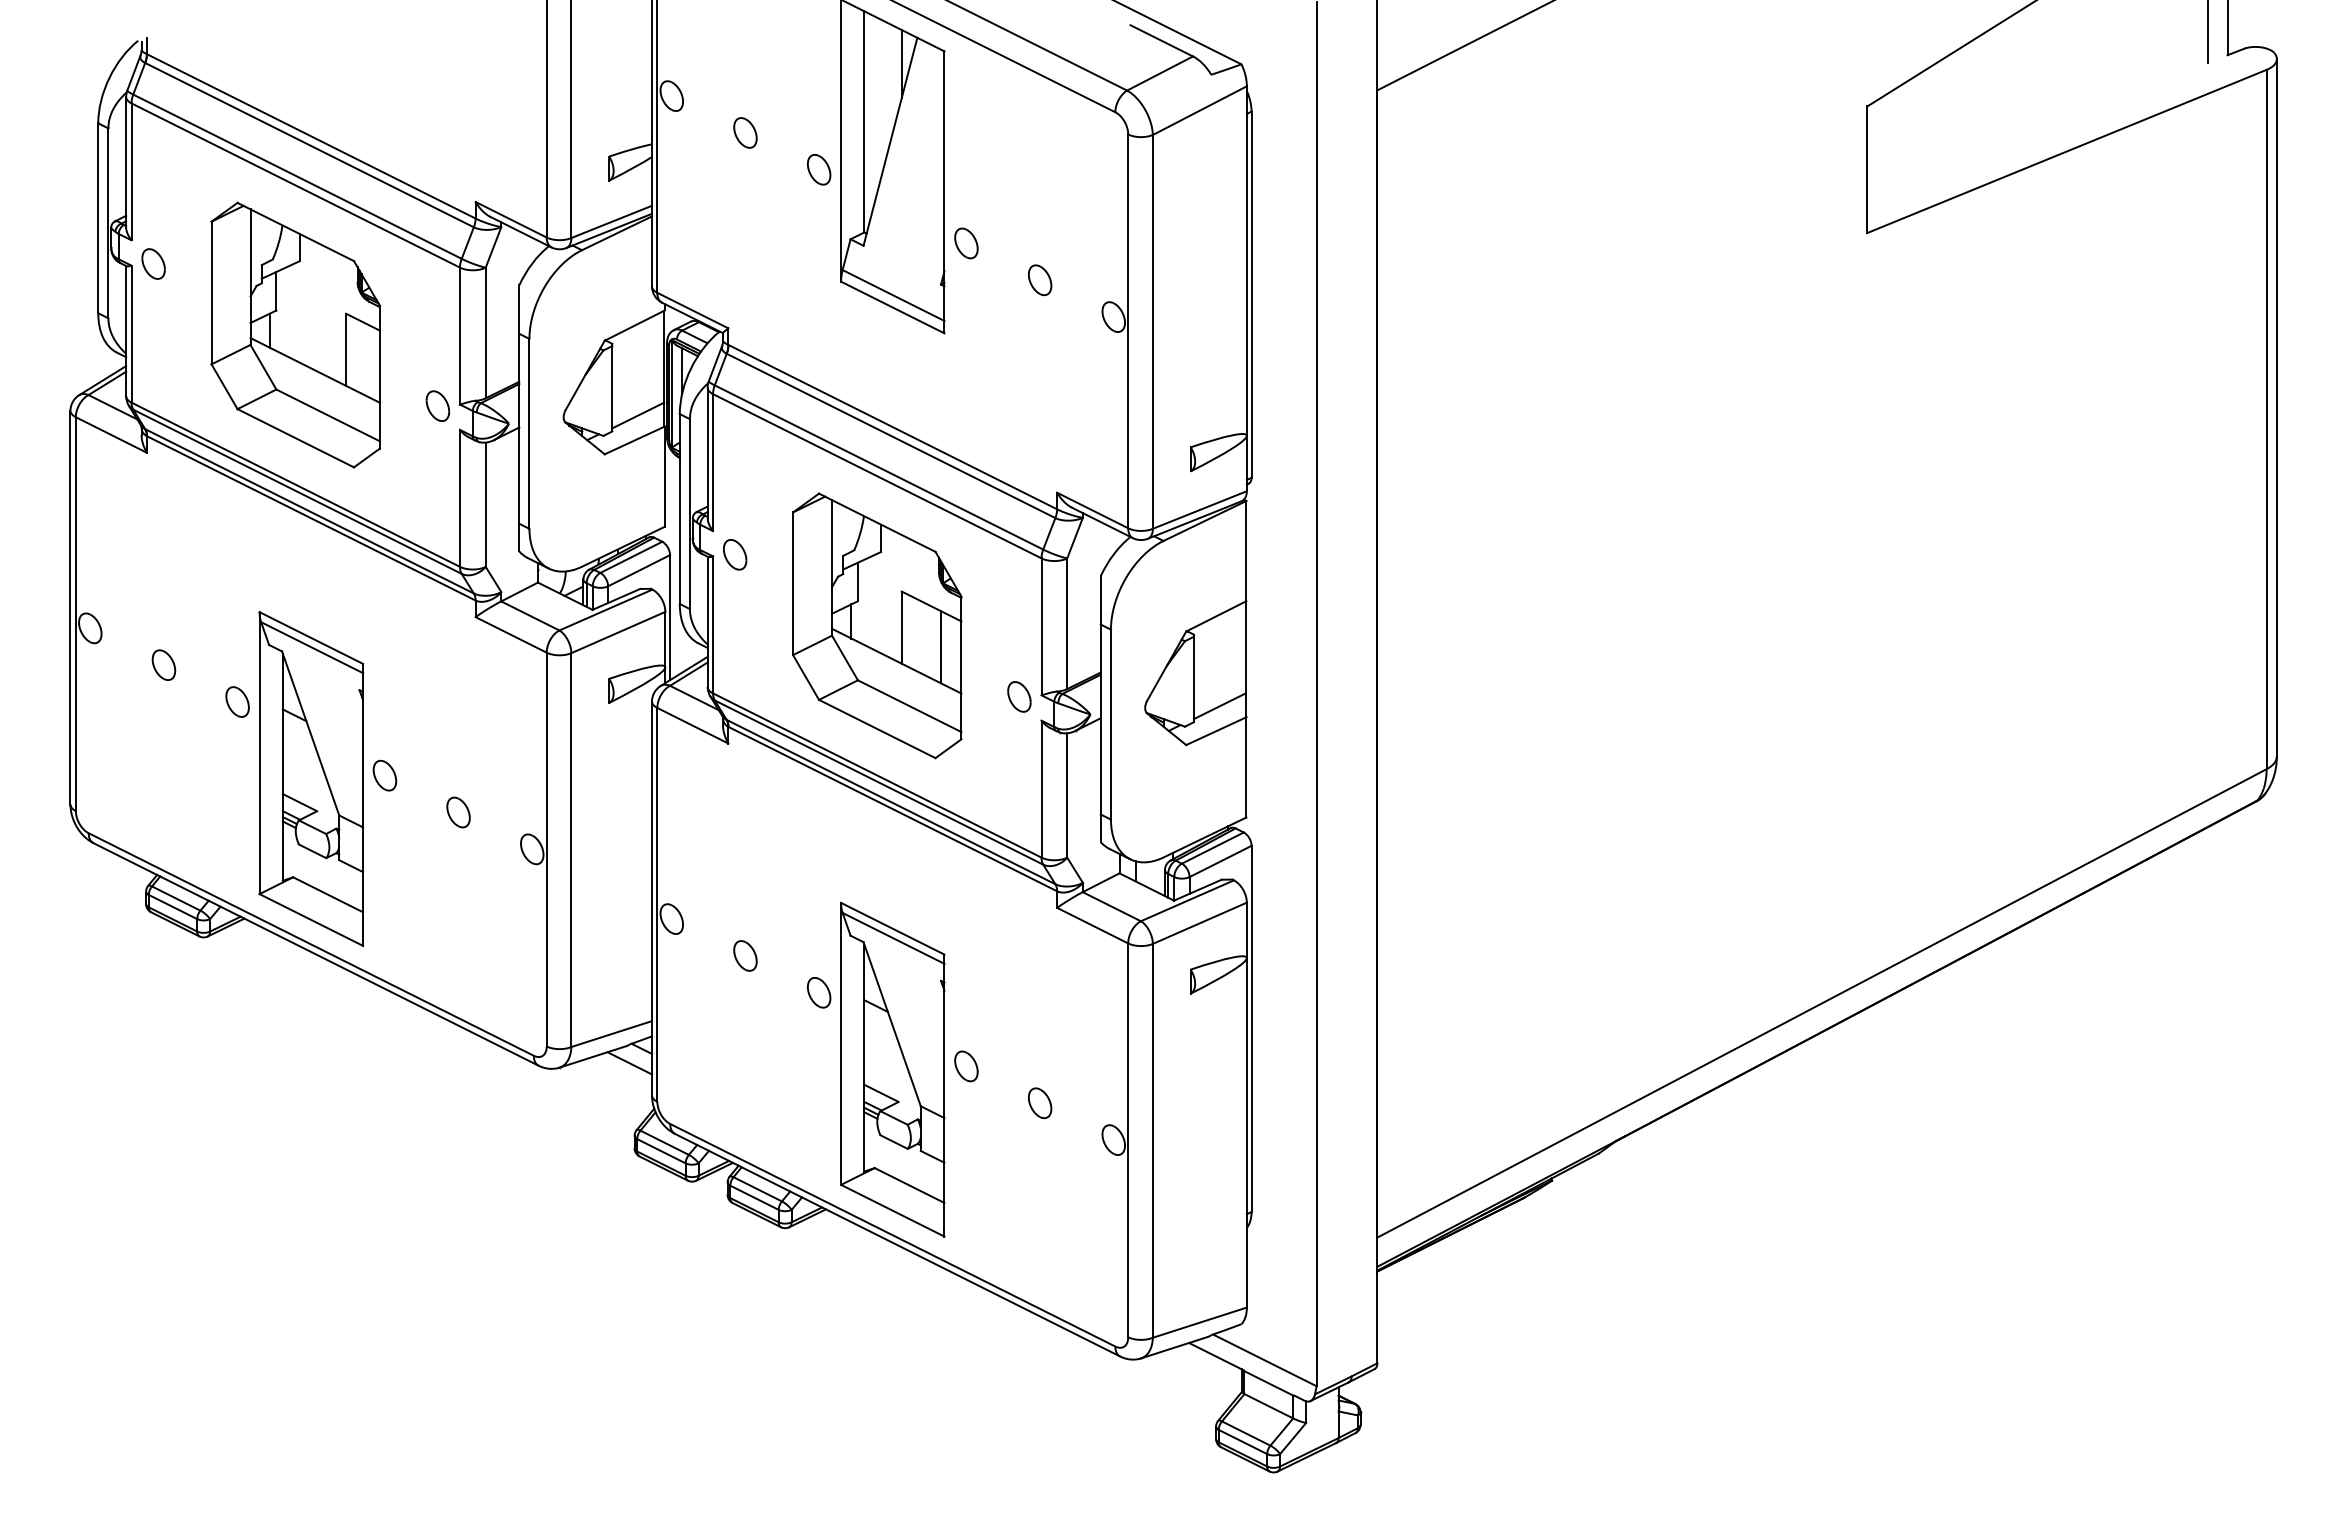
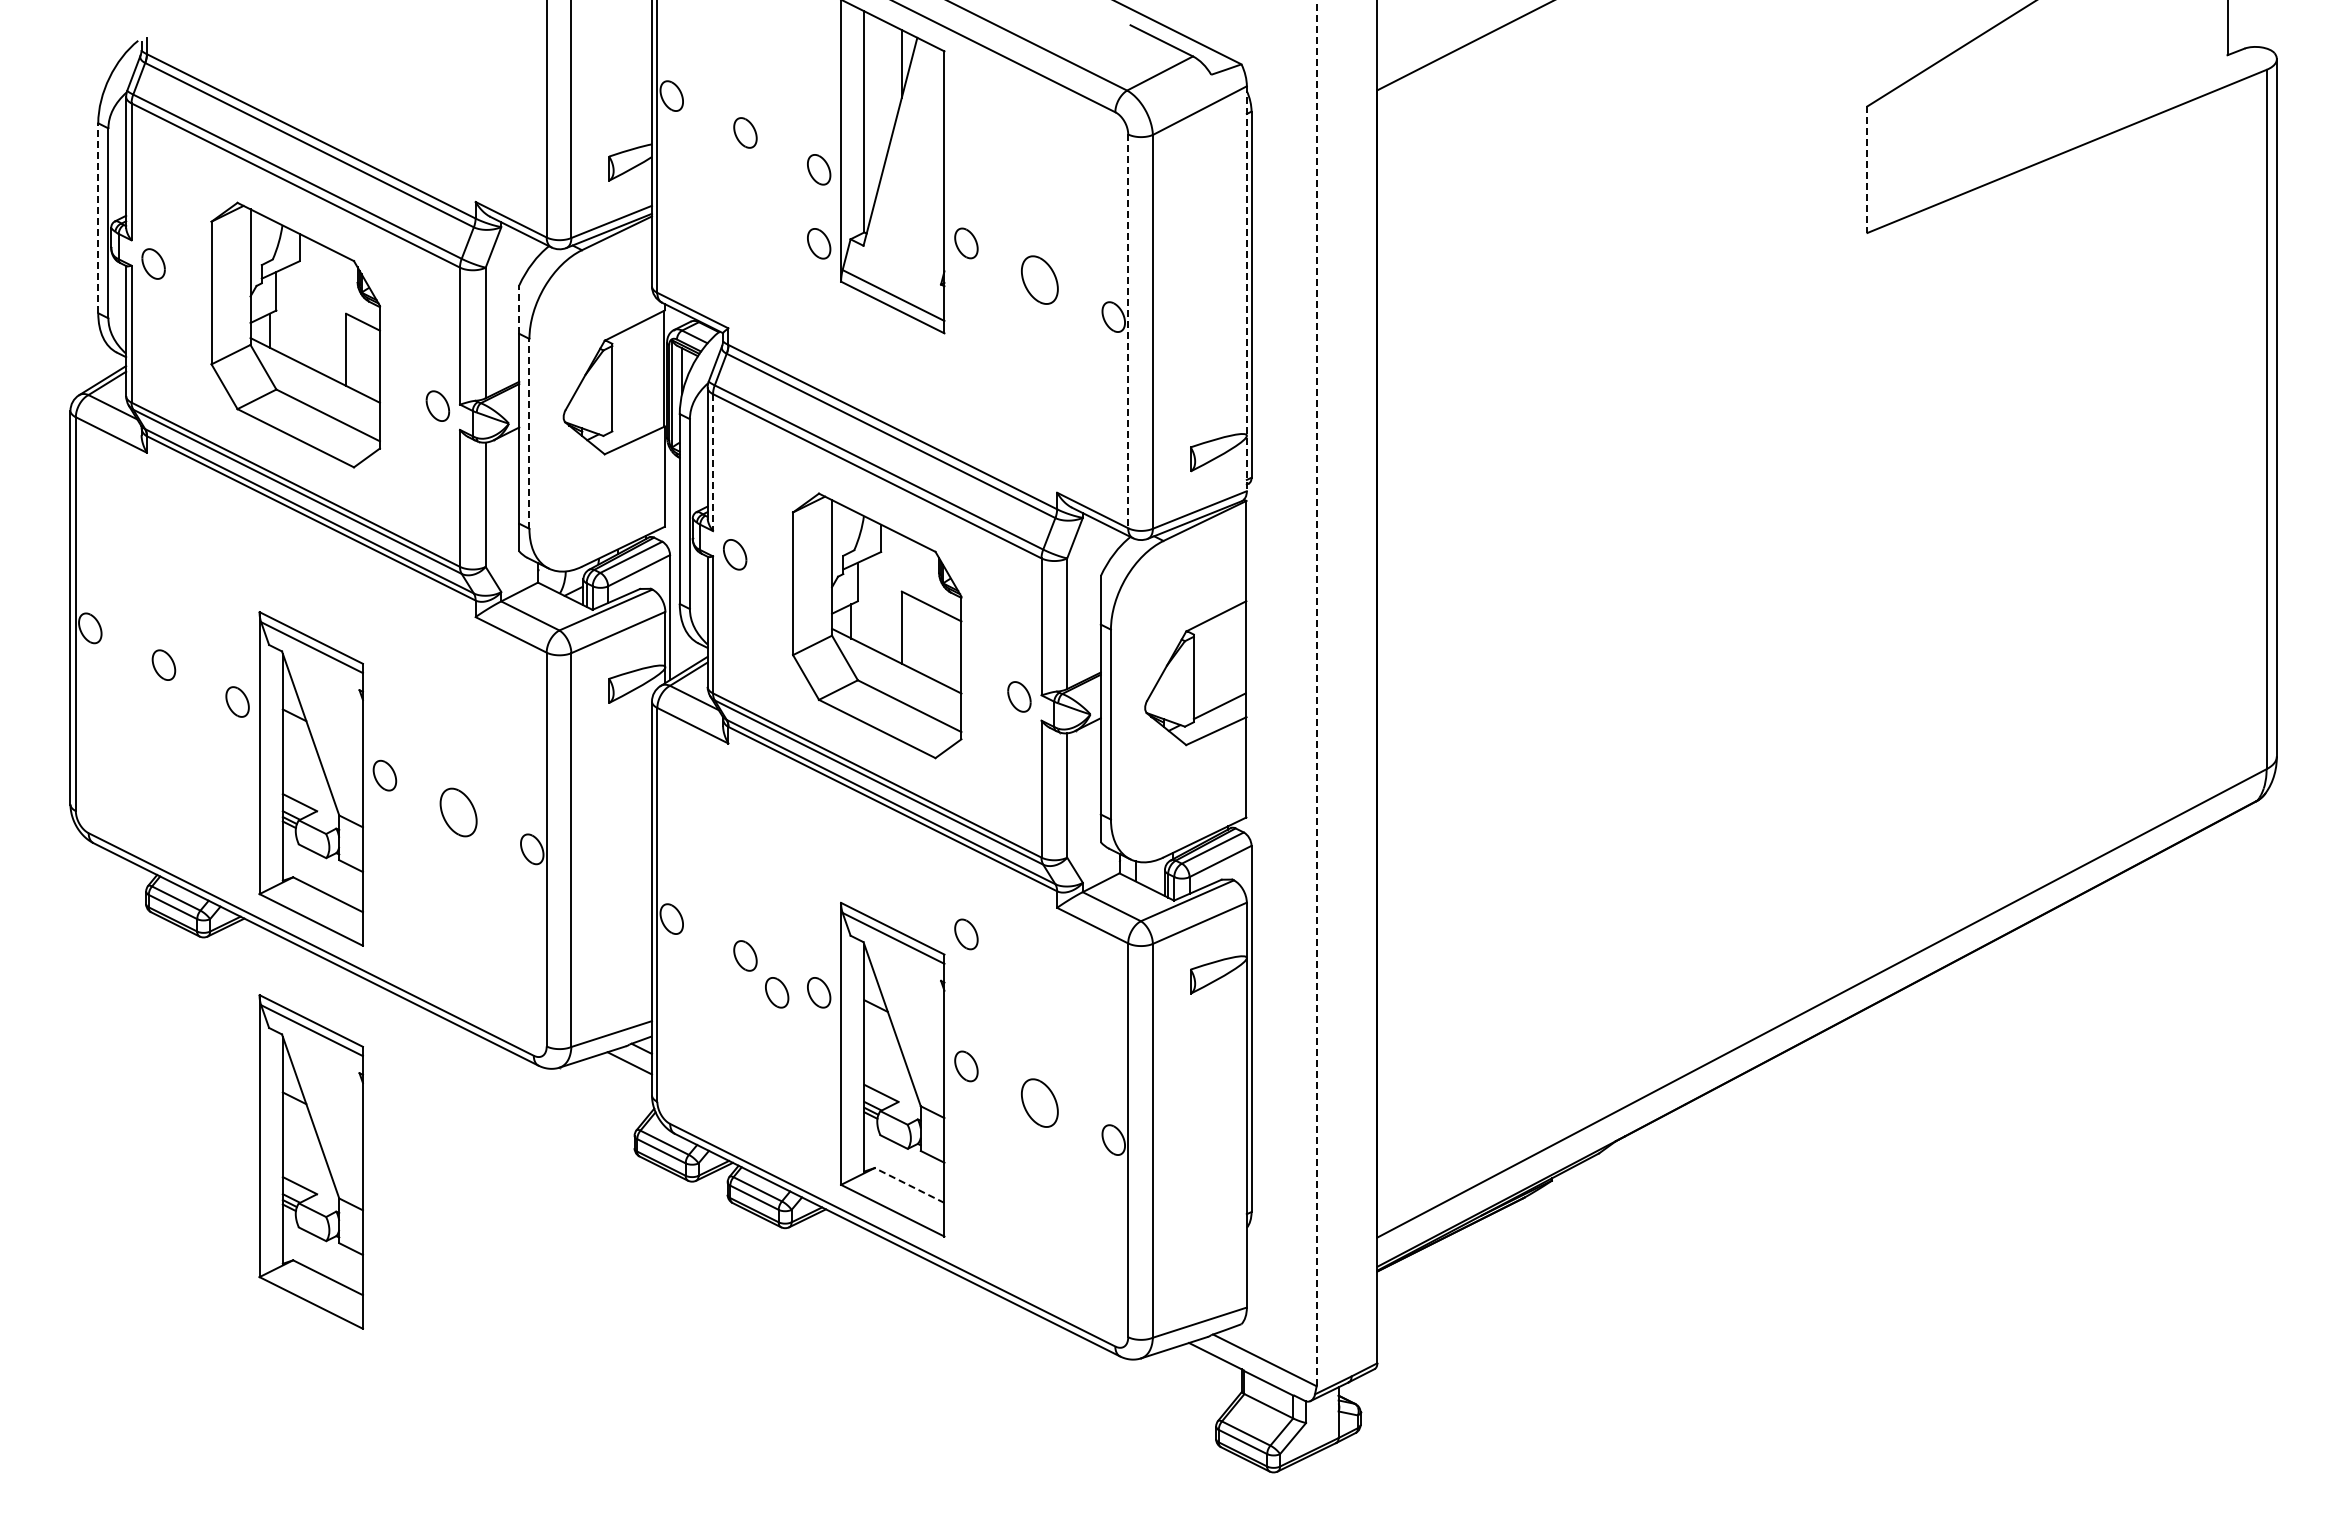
line at (2208, 32): present -> none
line at (1867, 170): solid -> dashed
line at (98, 218): solid -> dashed
part at (819, 243): none -> present
part at (1040, 280) size: 25x33 px -> 38x50 px
line at (1246, 289): solid -> dashed
line at (519, 309): solid -> dashed
line at (1128, 331): solid -> dashed
line at (638, 415): present -> none
line at (529, 433): solid -> dashed
line at (713, 463): solid -> dashed
line at (940, 647): present -> none
line at (1316, 694): solid -> dashed
part at (458, 812) size: 25x33 px -> 39x51 px
part at (966, 934): none -> present
part at (777, 992): none -> present
part at (1040, 1103) size: 25x33 px -> 38x50 px
part at (310, 1161): none -> present
line at (909, 1185): solid -> dashed
